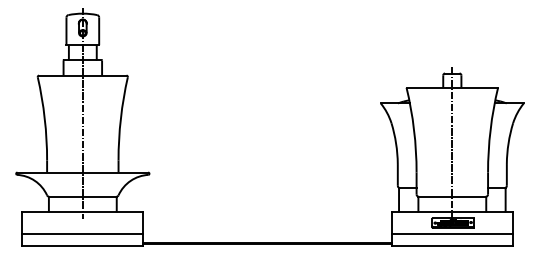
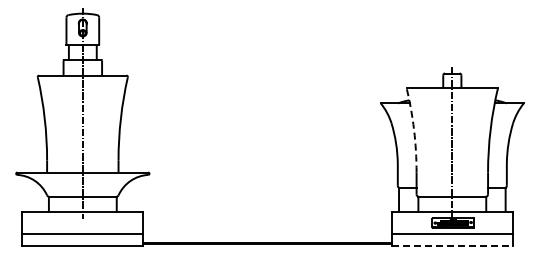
arc at (414, 129): solid -> dashed
line at (452, 246): solid -> dashed
